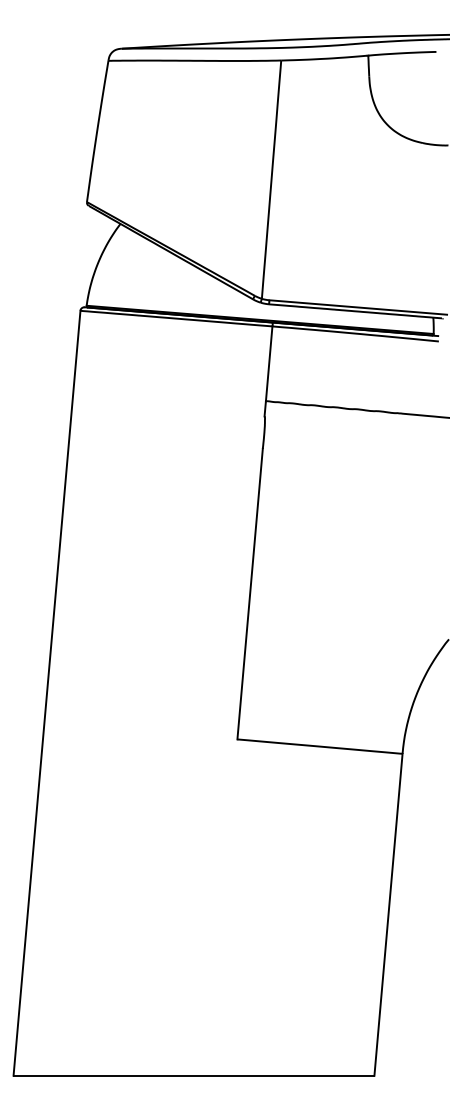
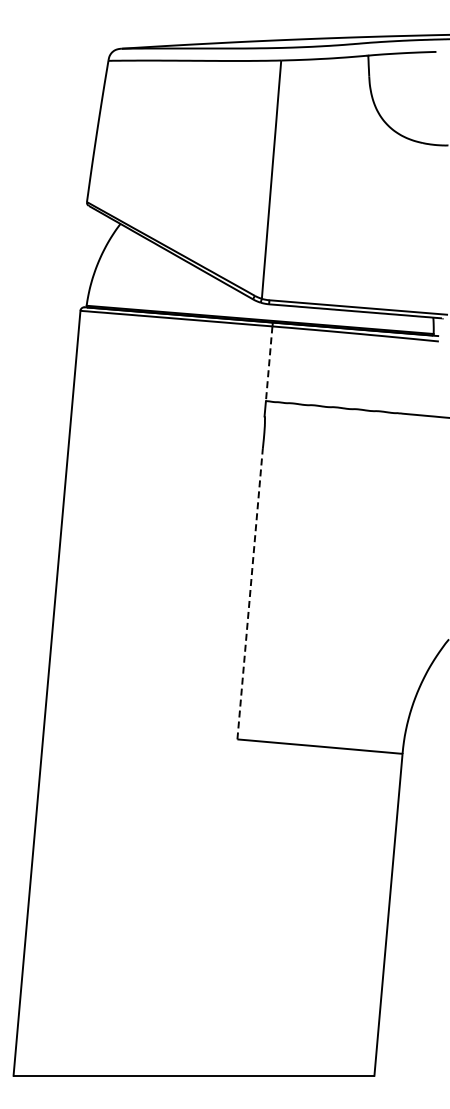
line at (269, 363): solid -> dashed
line at (250, 594): solid -> dashed
